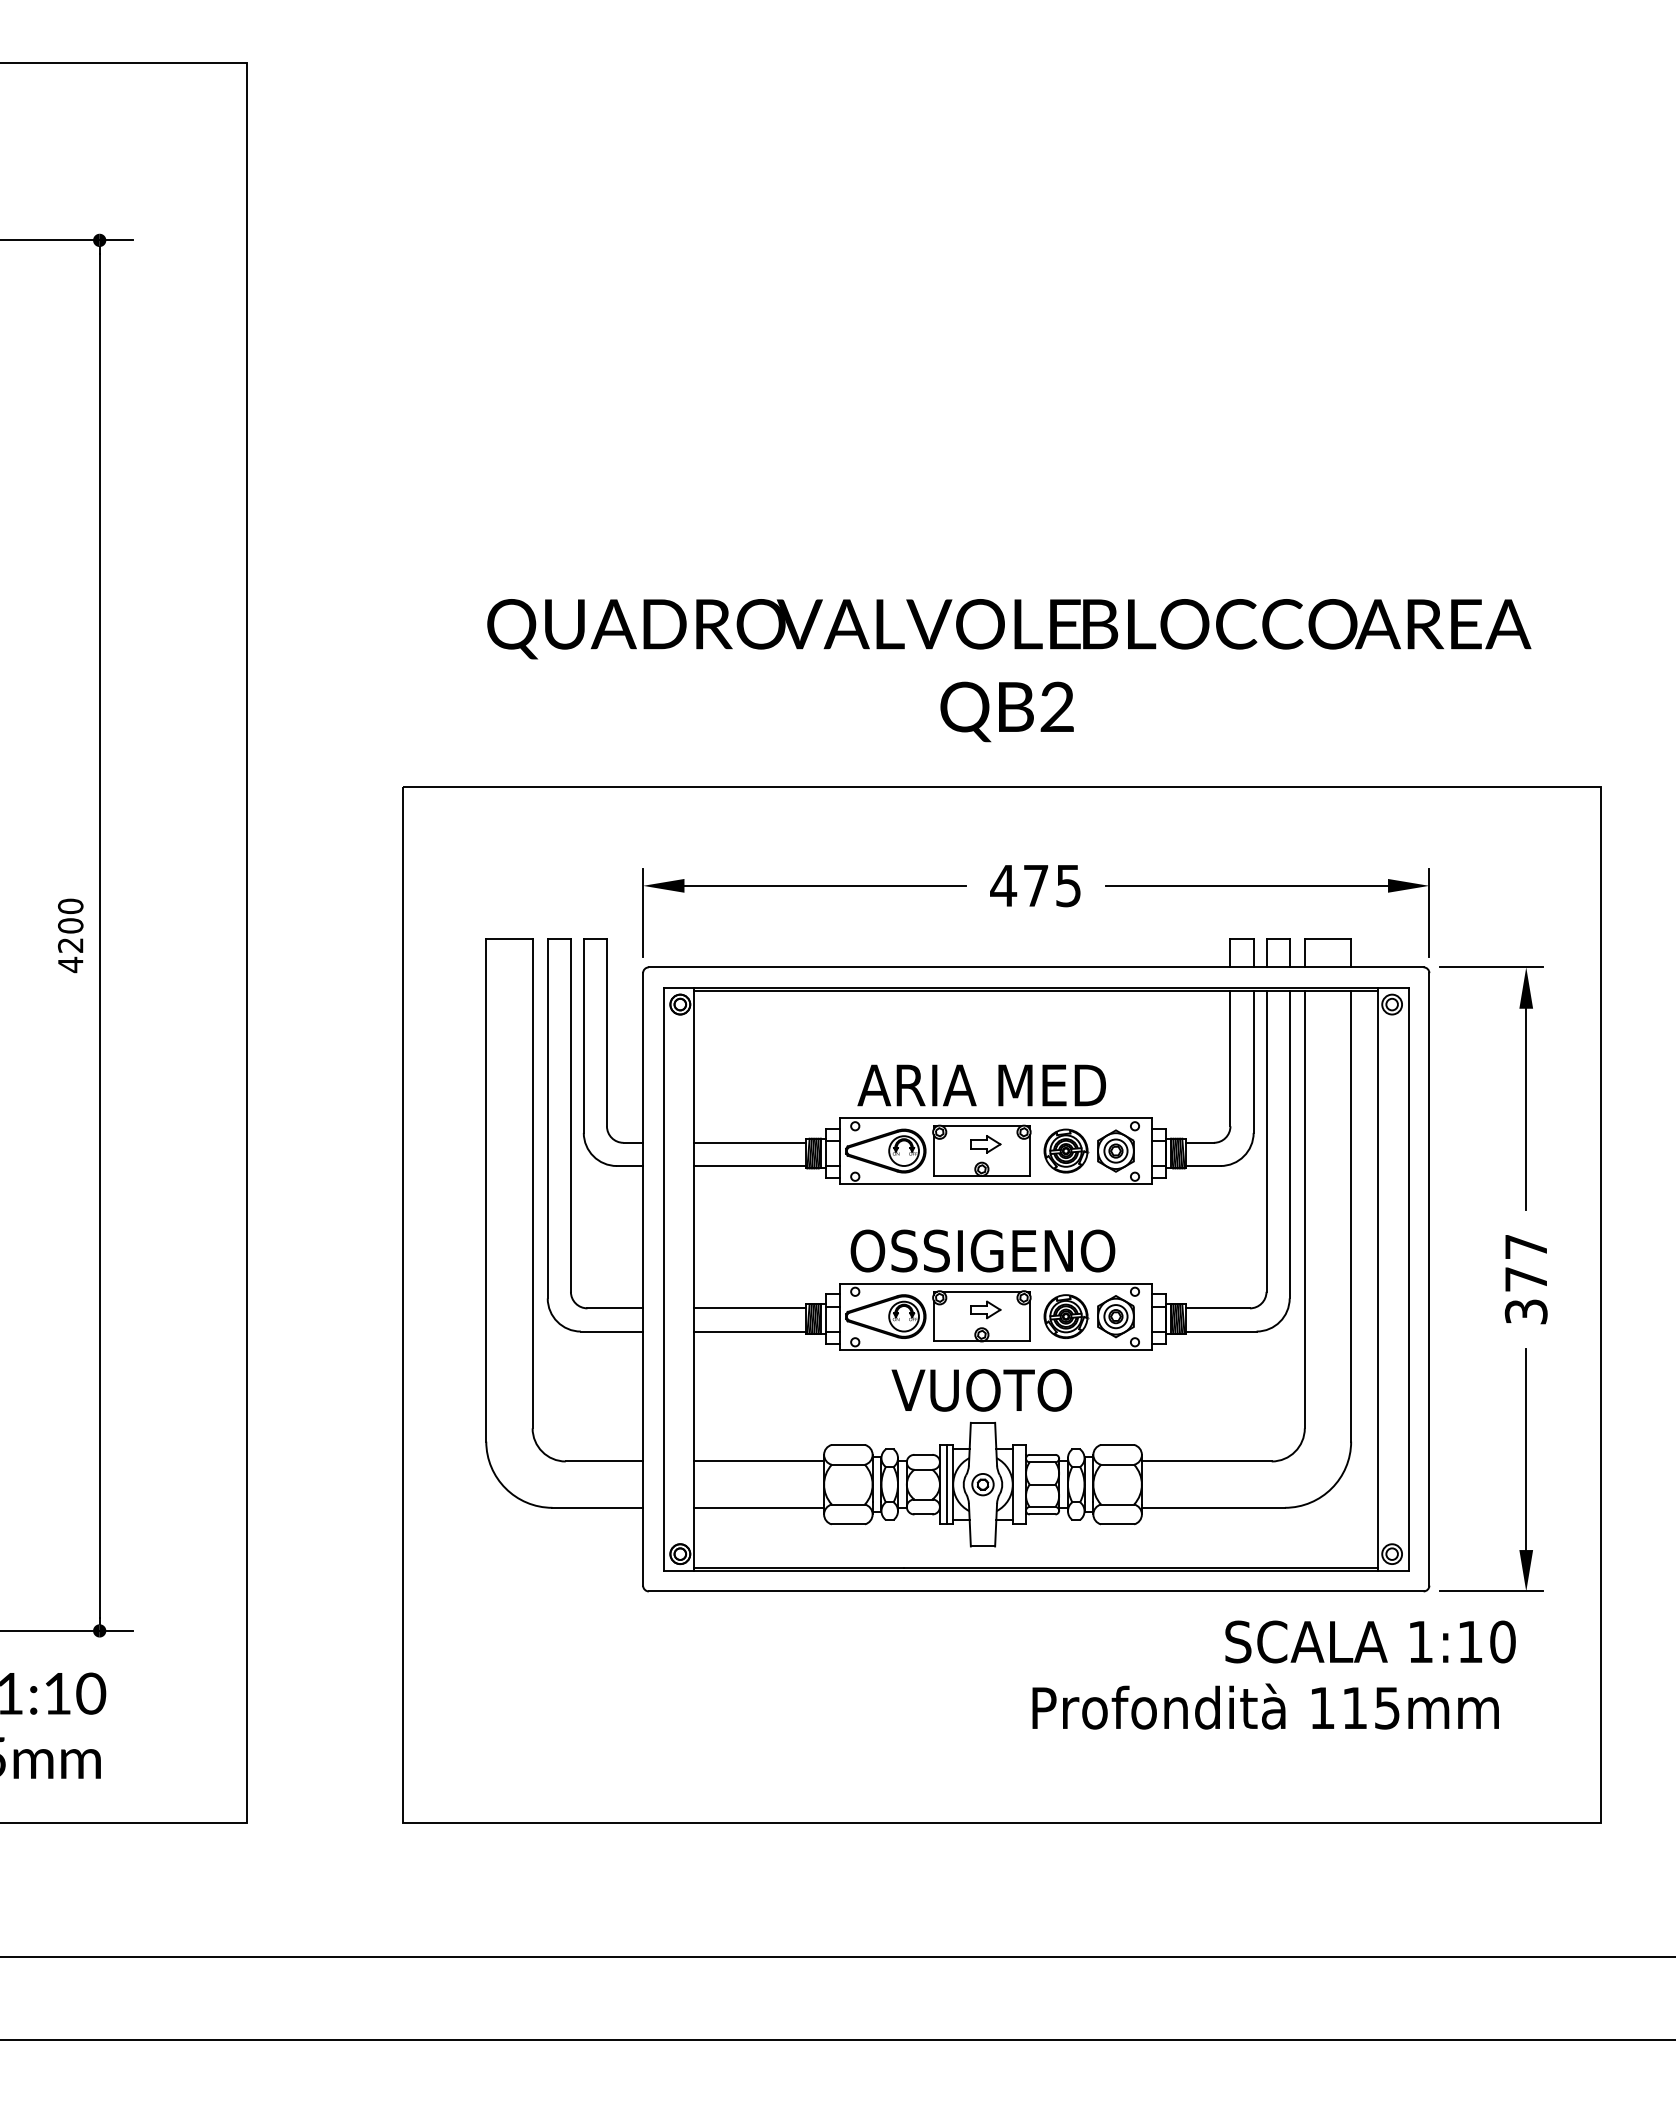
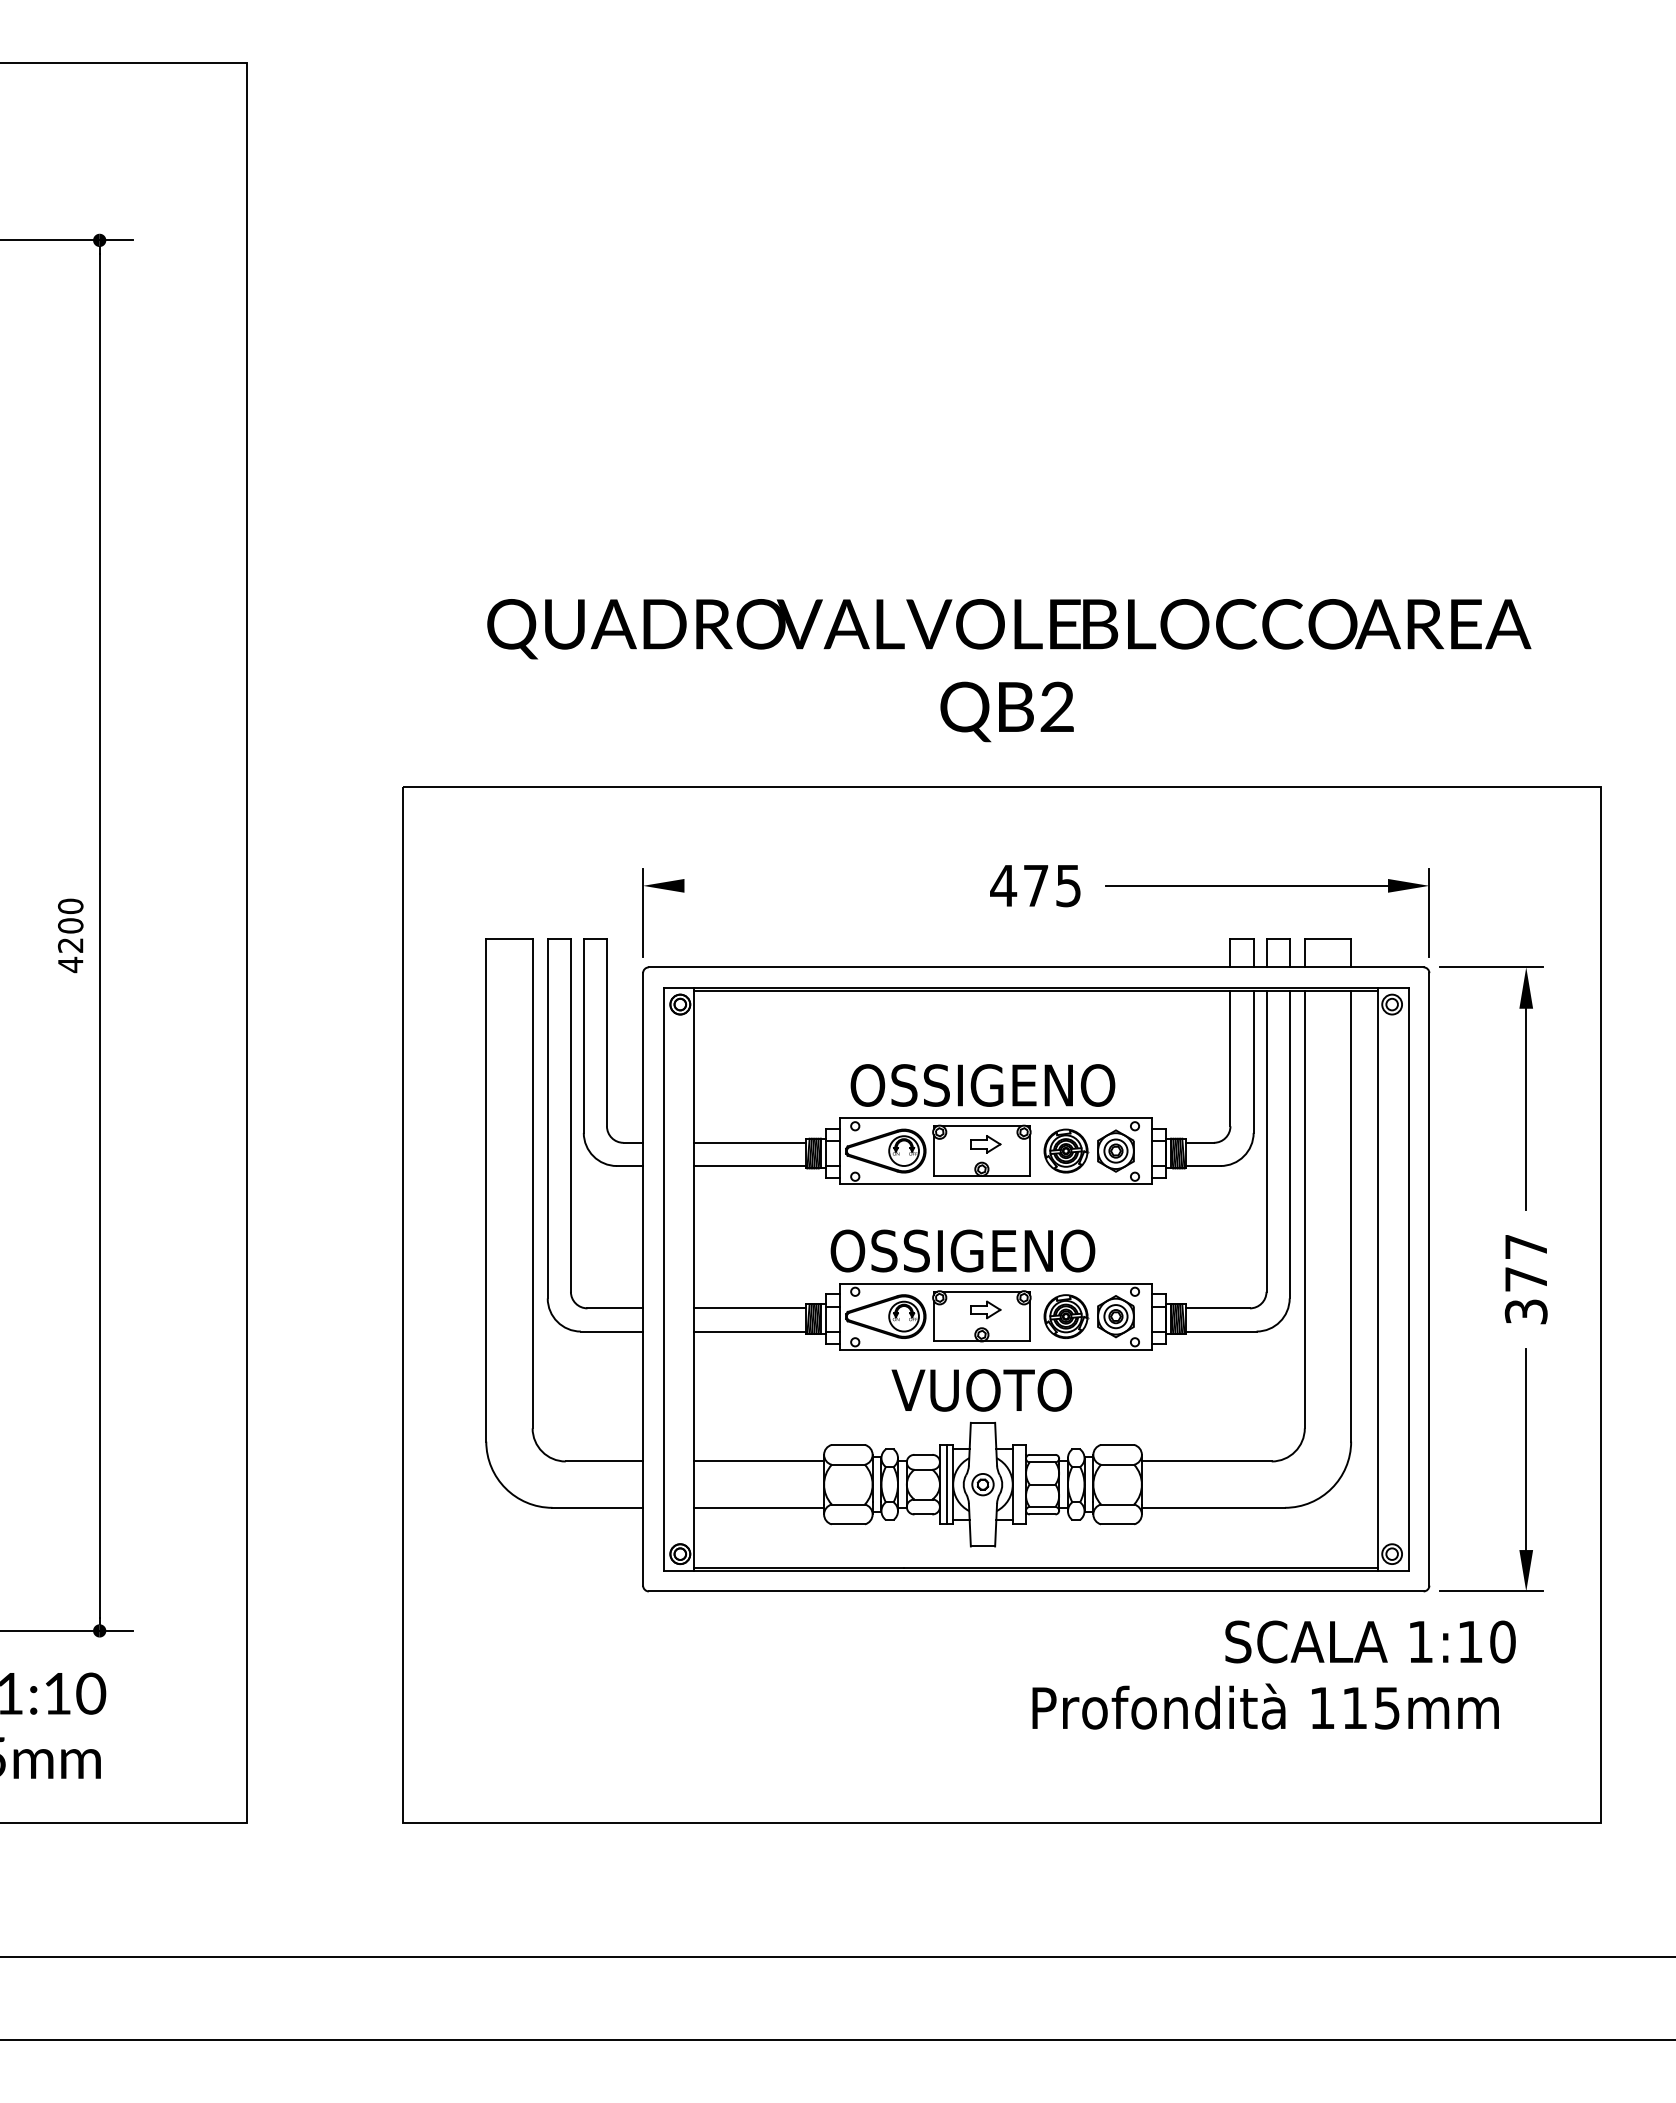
line at (825, 885): present -> none
text at (982, 1085): ARIA MED -> OSSIGENO
text at (982, 1250) position: (982, 1250) -> (962, 1250)
